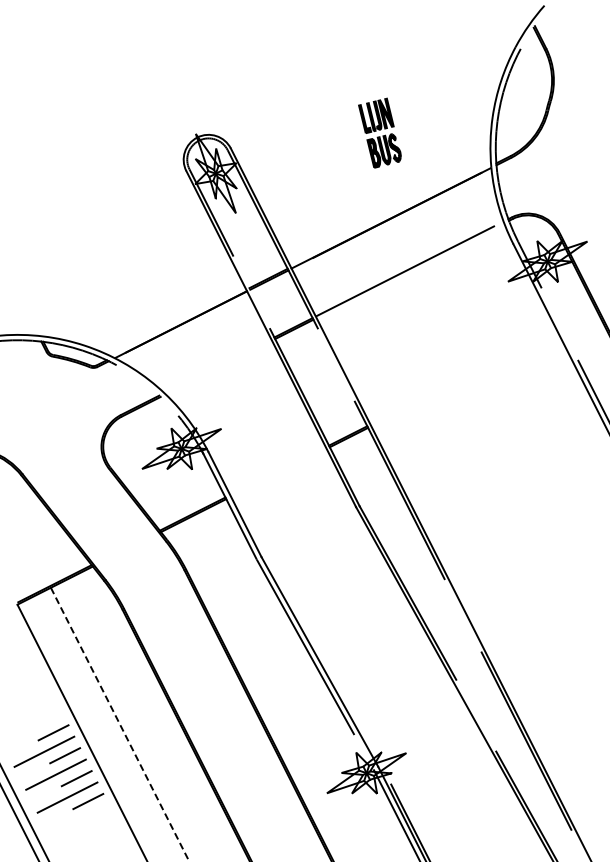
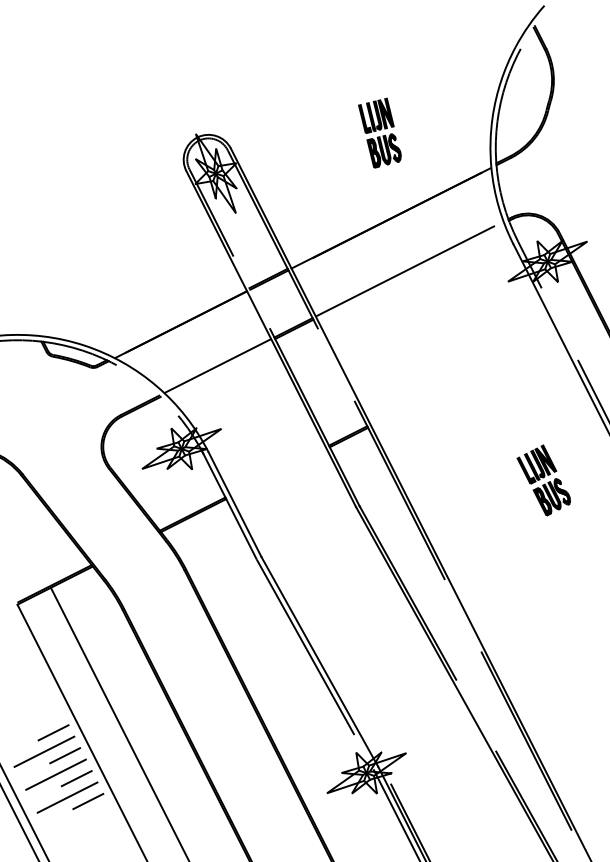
line at (217, 366): none -> present
part at (543, 480): none -> present
line at (120, 725): dashed -> solid
